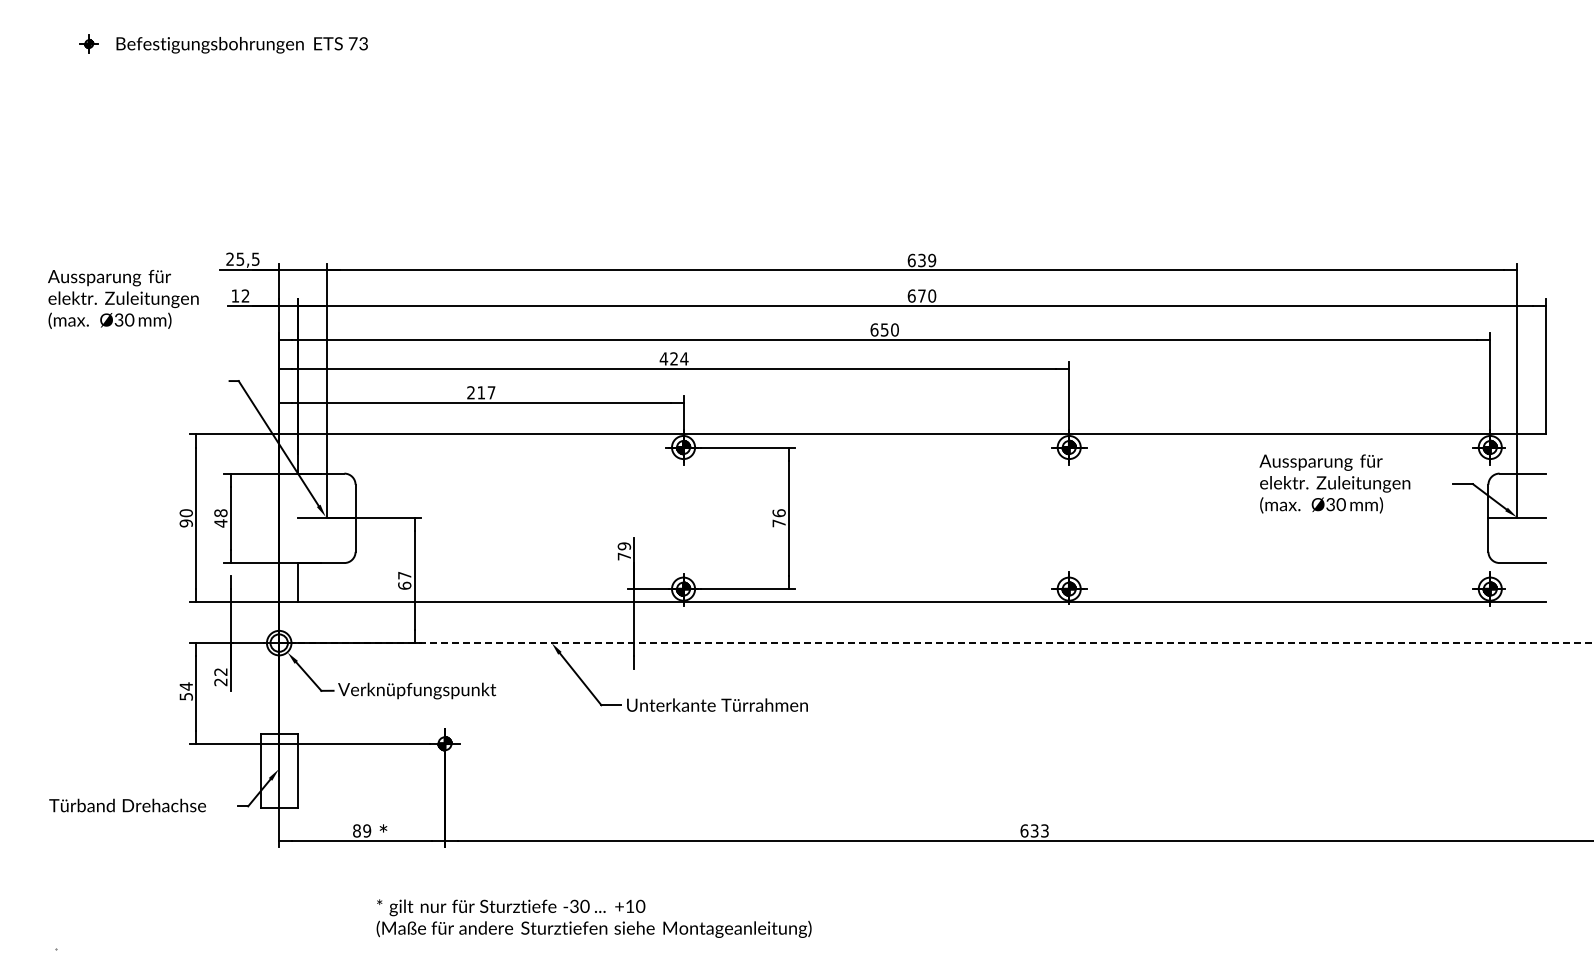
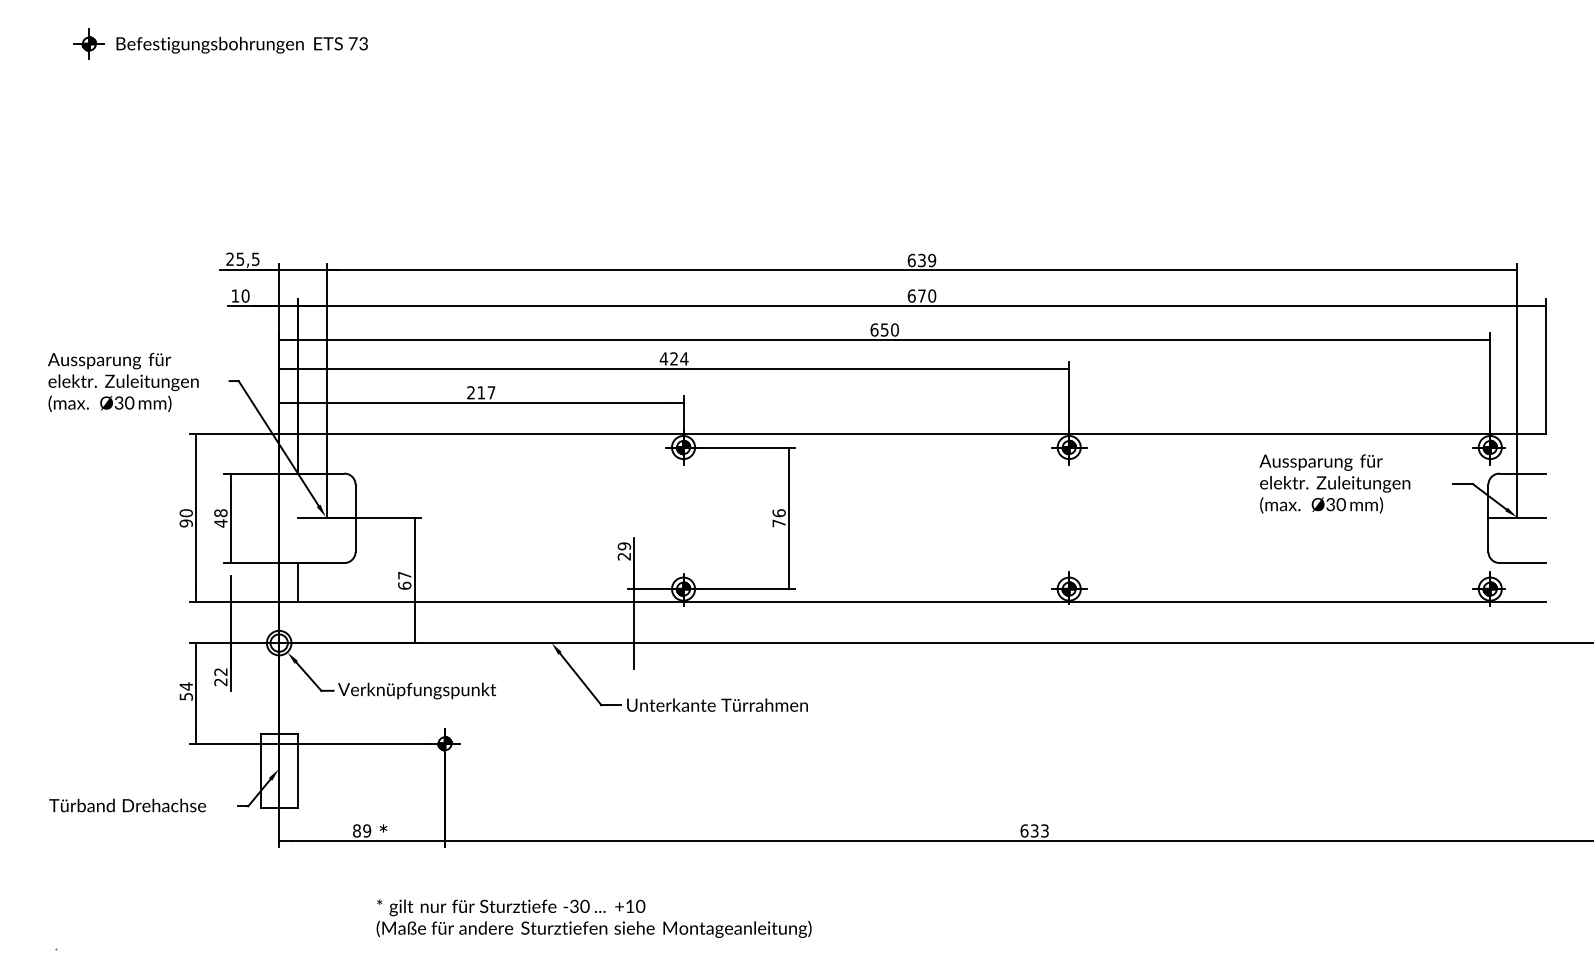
part at (88, 43) size: 20x20 px -> 32x32 px
text at (245, 295): 12 -> 10
text at (123, 299) position: (123, 299) -> (123, 382)
text at (623, 556): 79 -> 29
line at (935, 643): dashed -> solid
